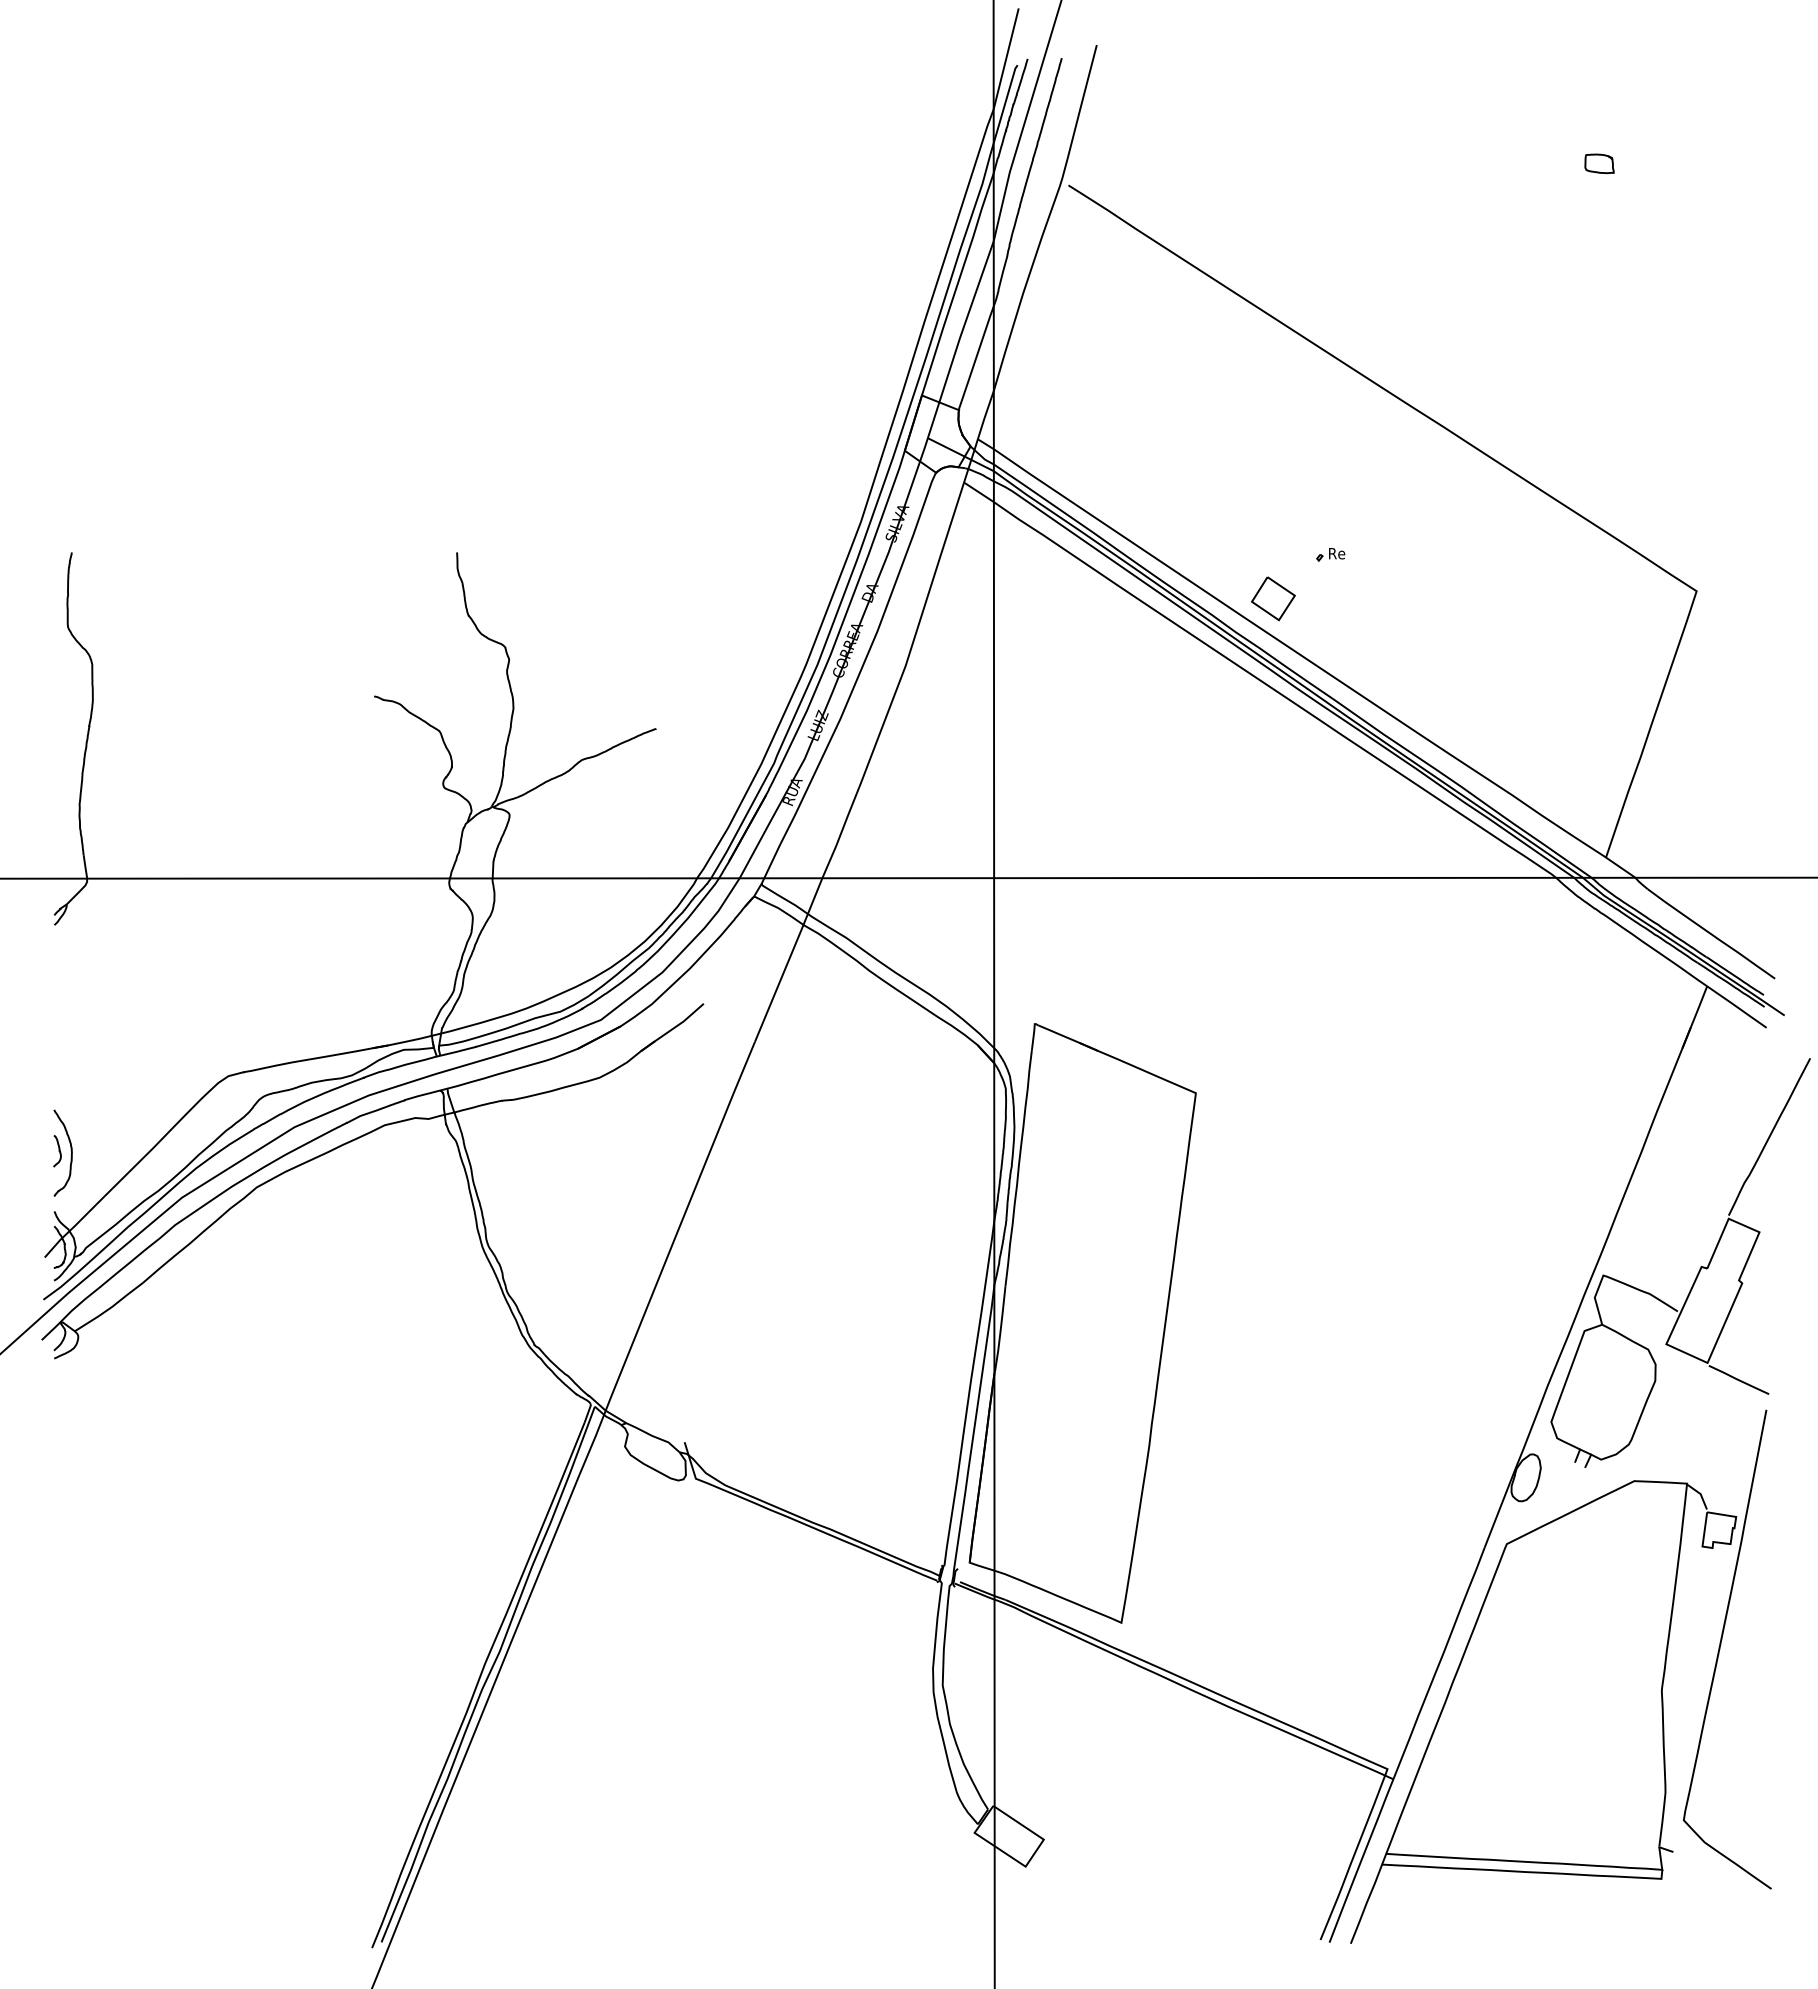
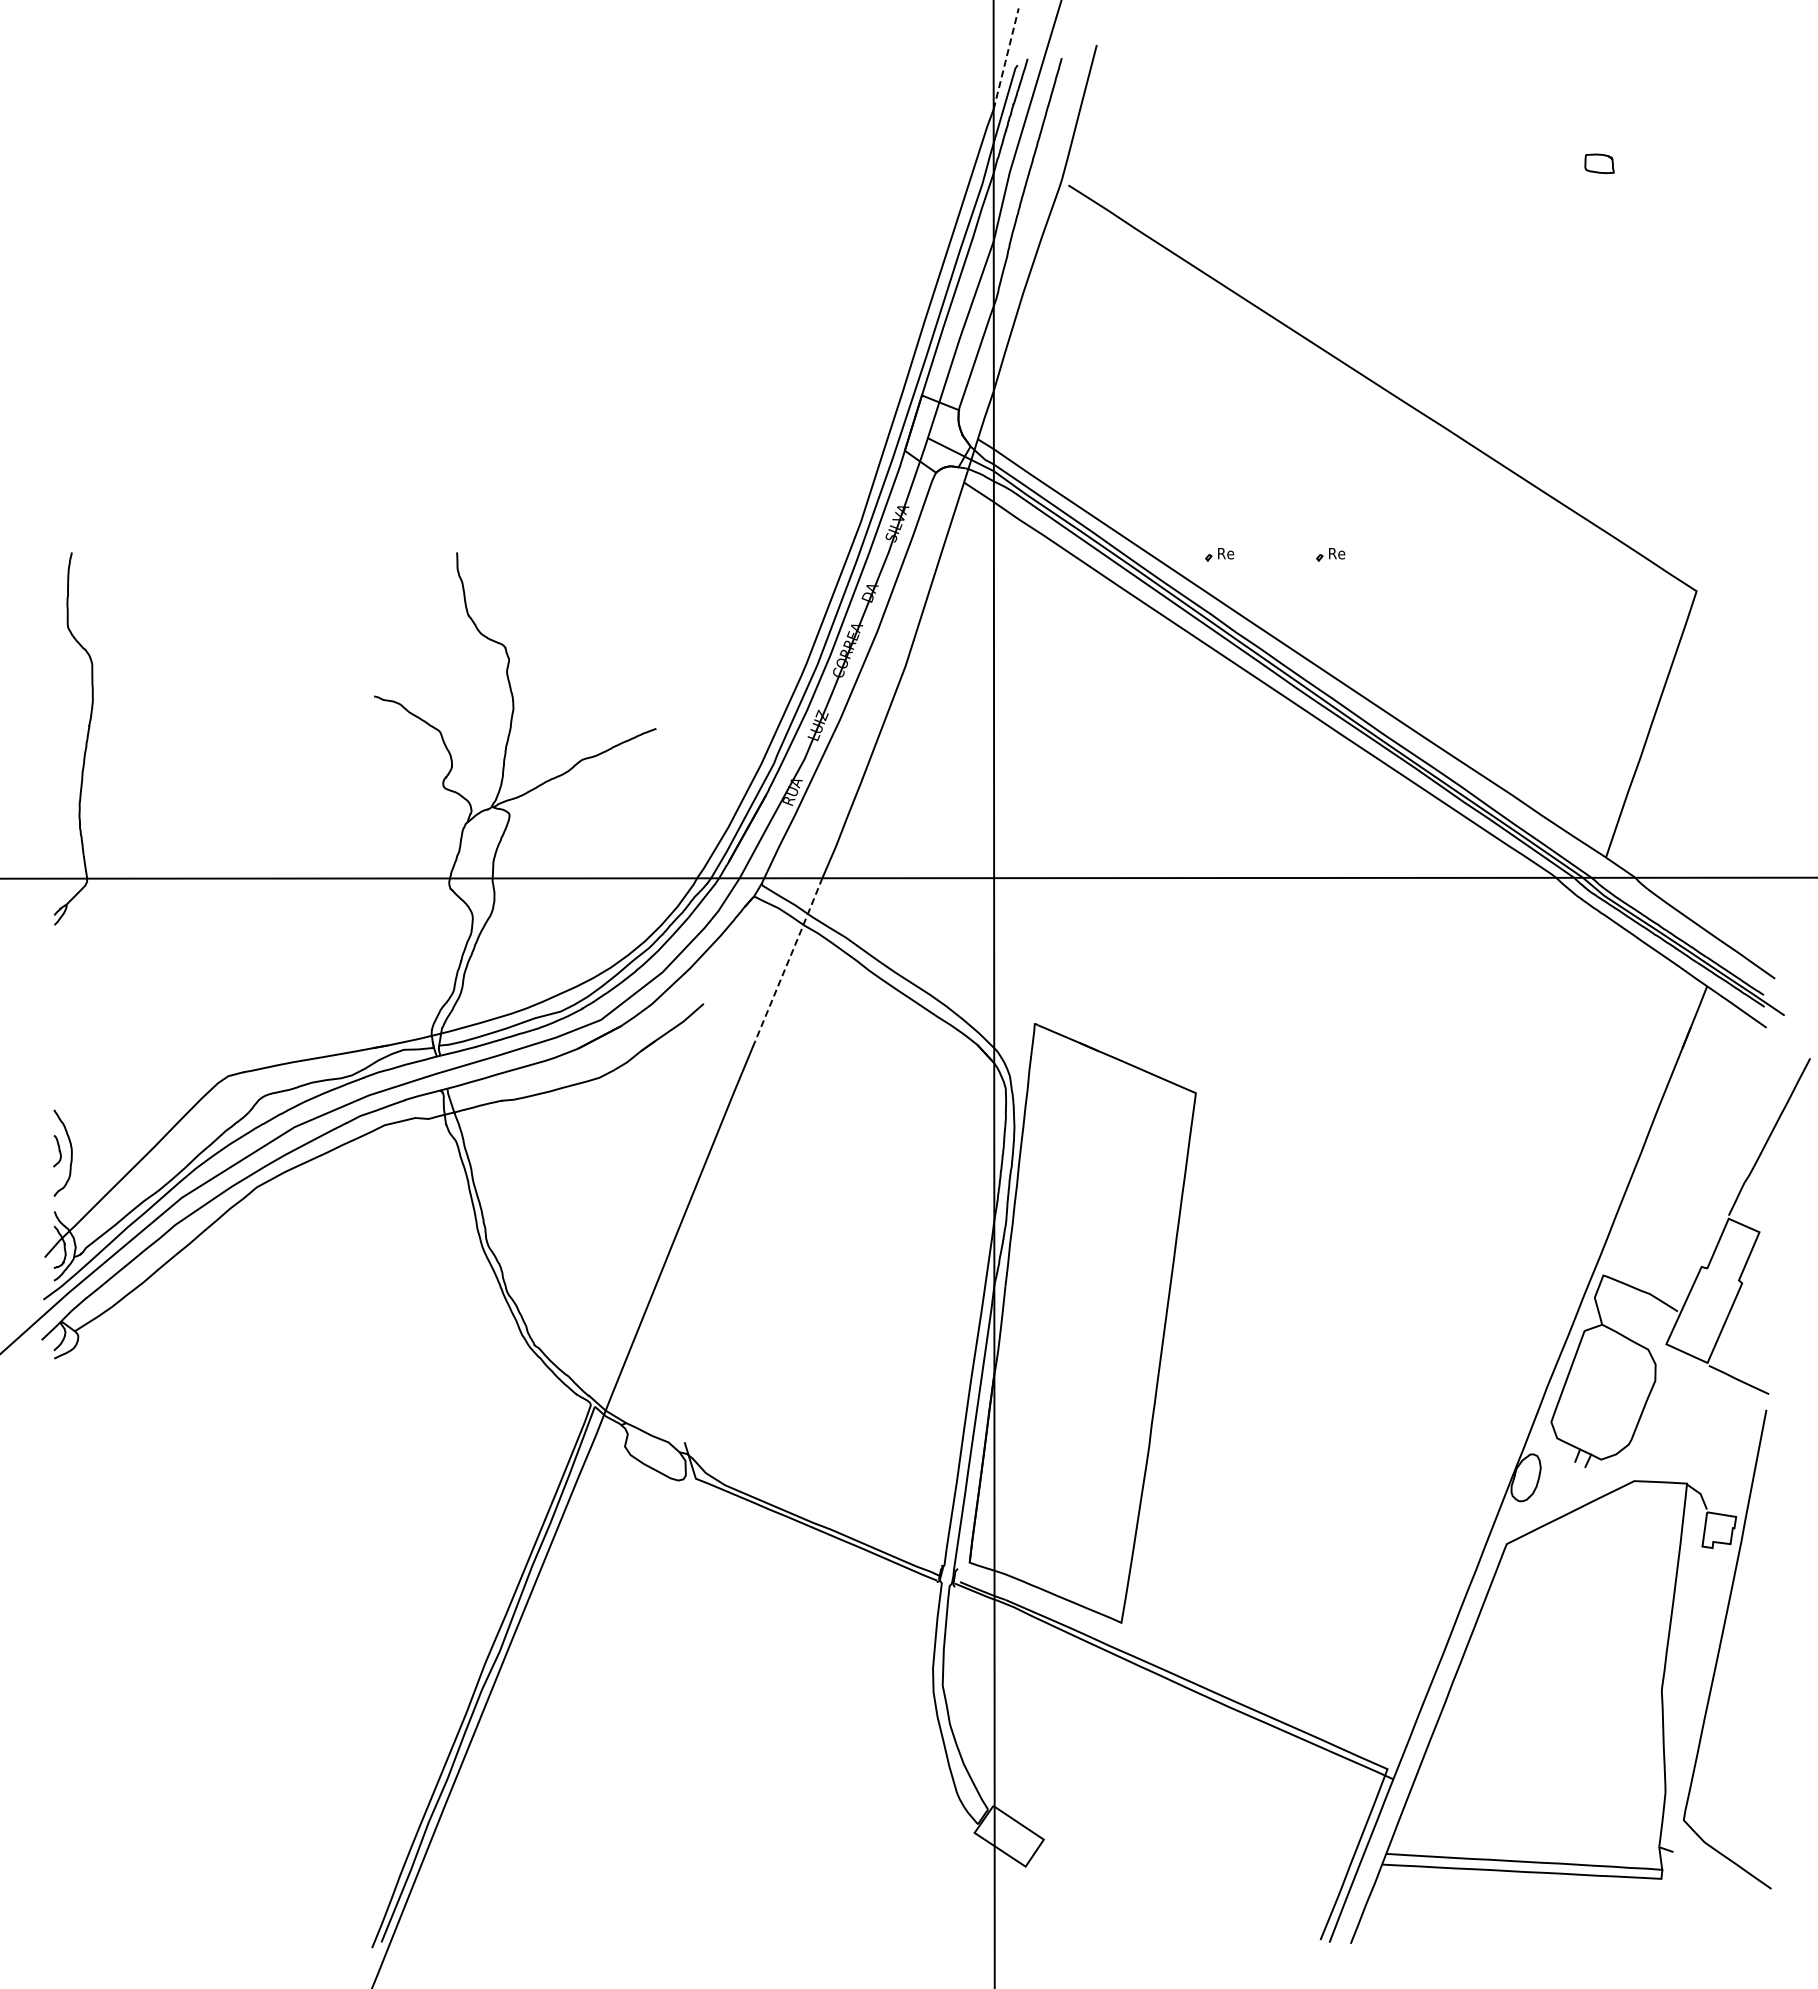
line at (1006, 59): solid -> dashed
part at (1219, 554): none -> present
part at (1273, 598): present -> none
line at (789, 959): solid -> dashed
